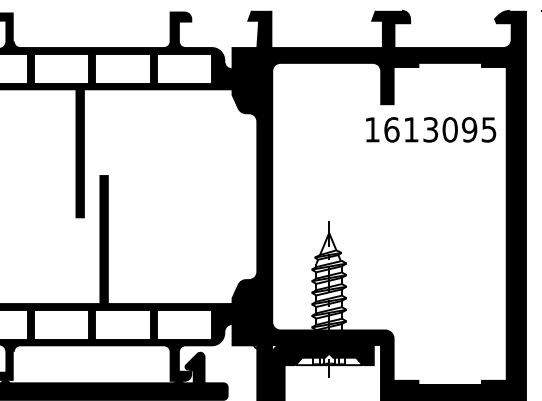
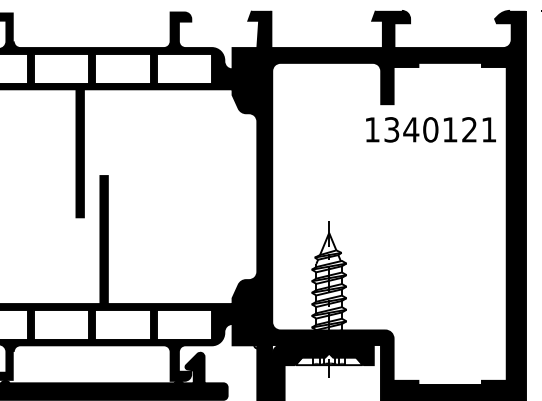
text at (440, 129): 1613095 -> 1340121
